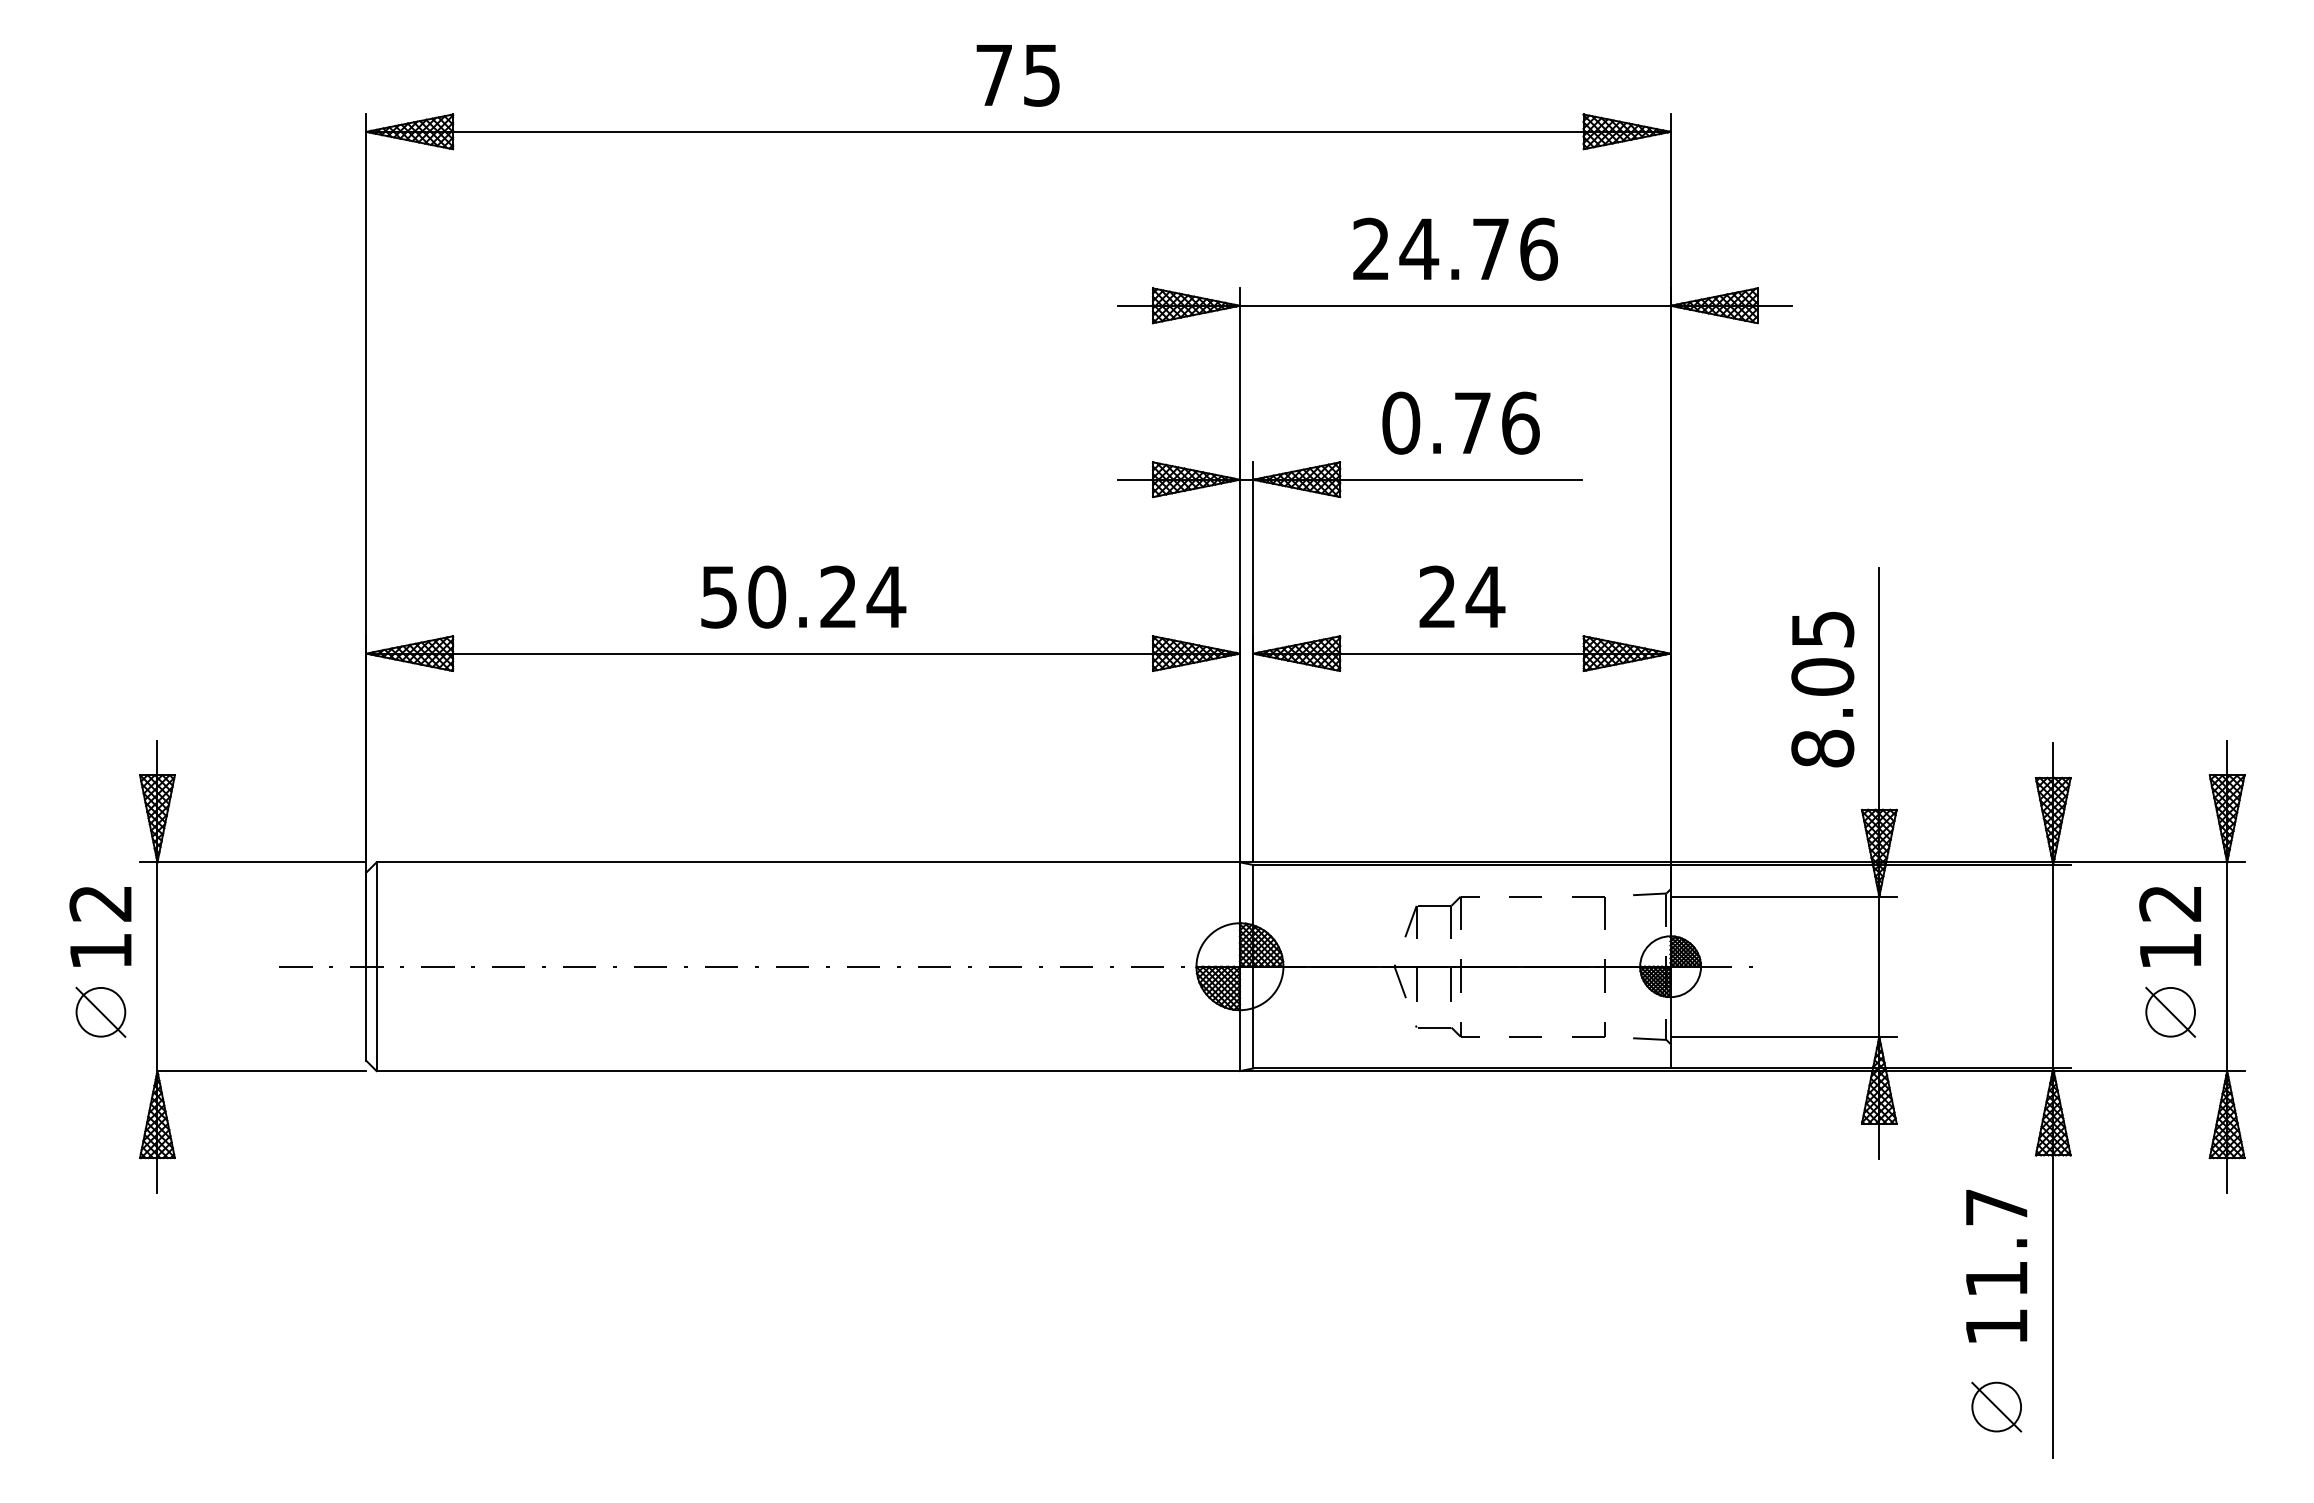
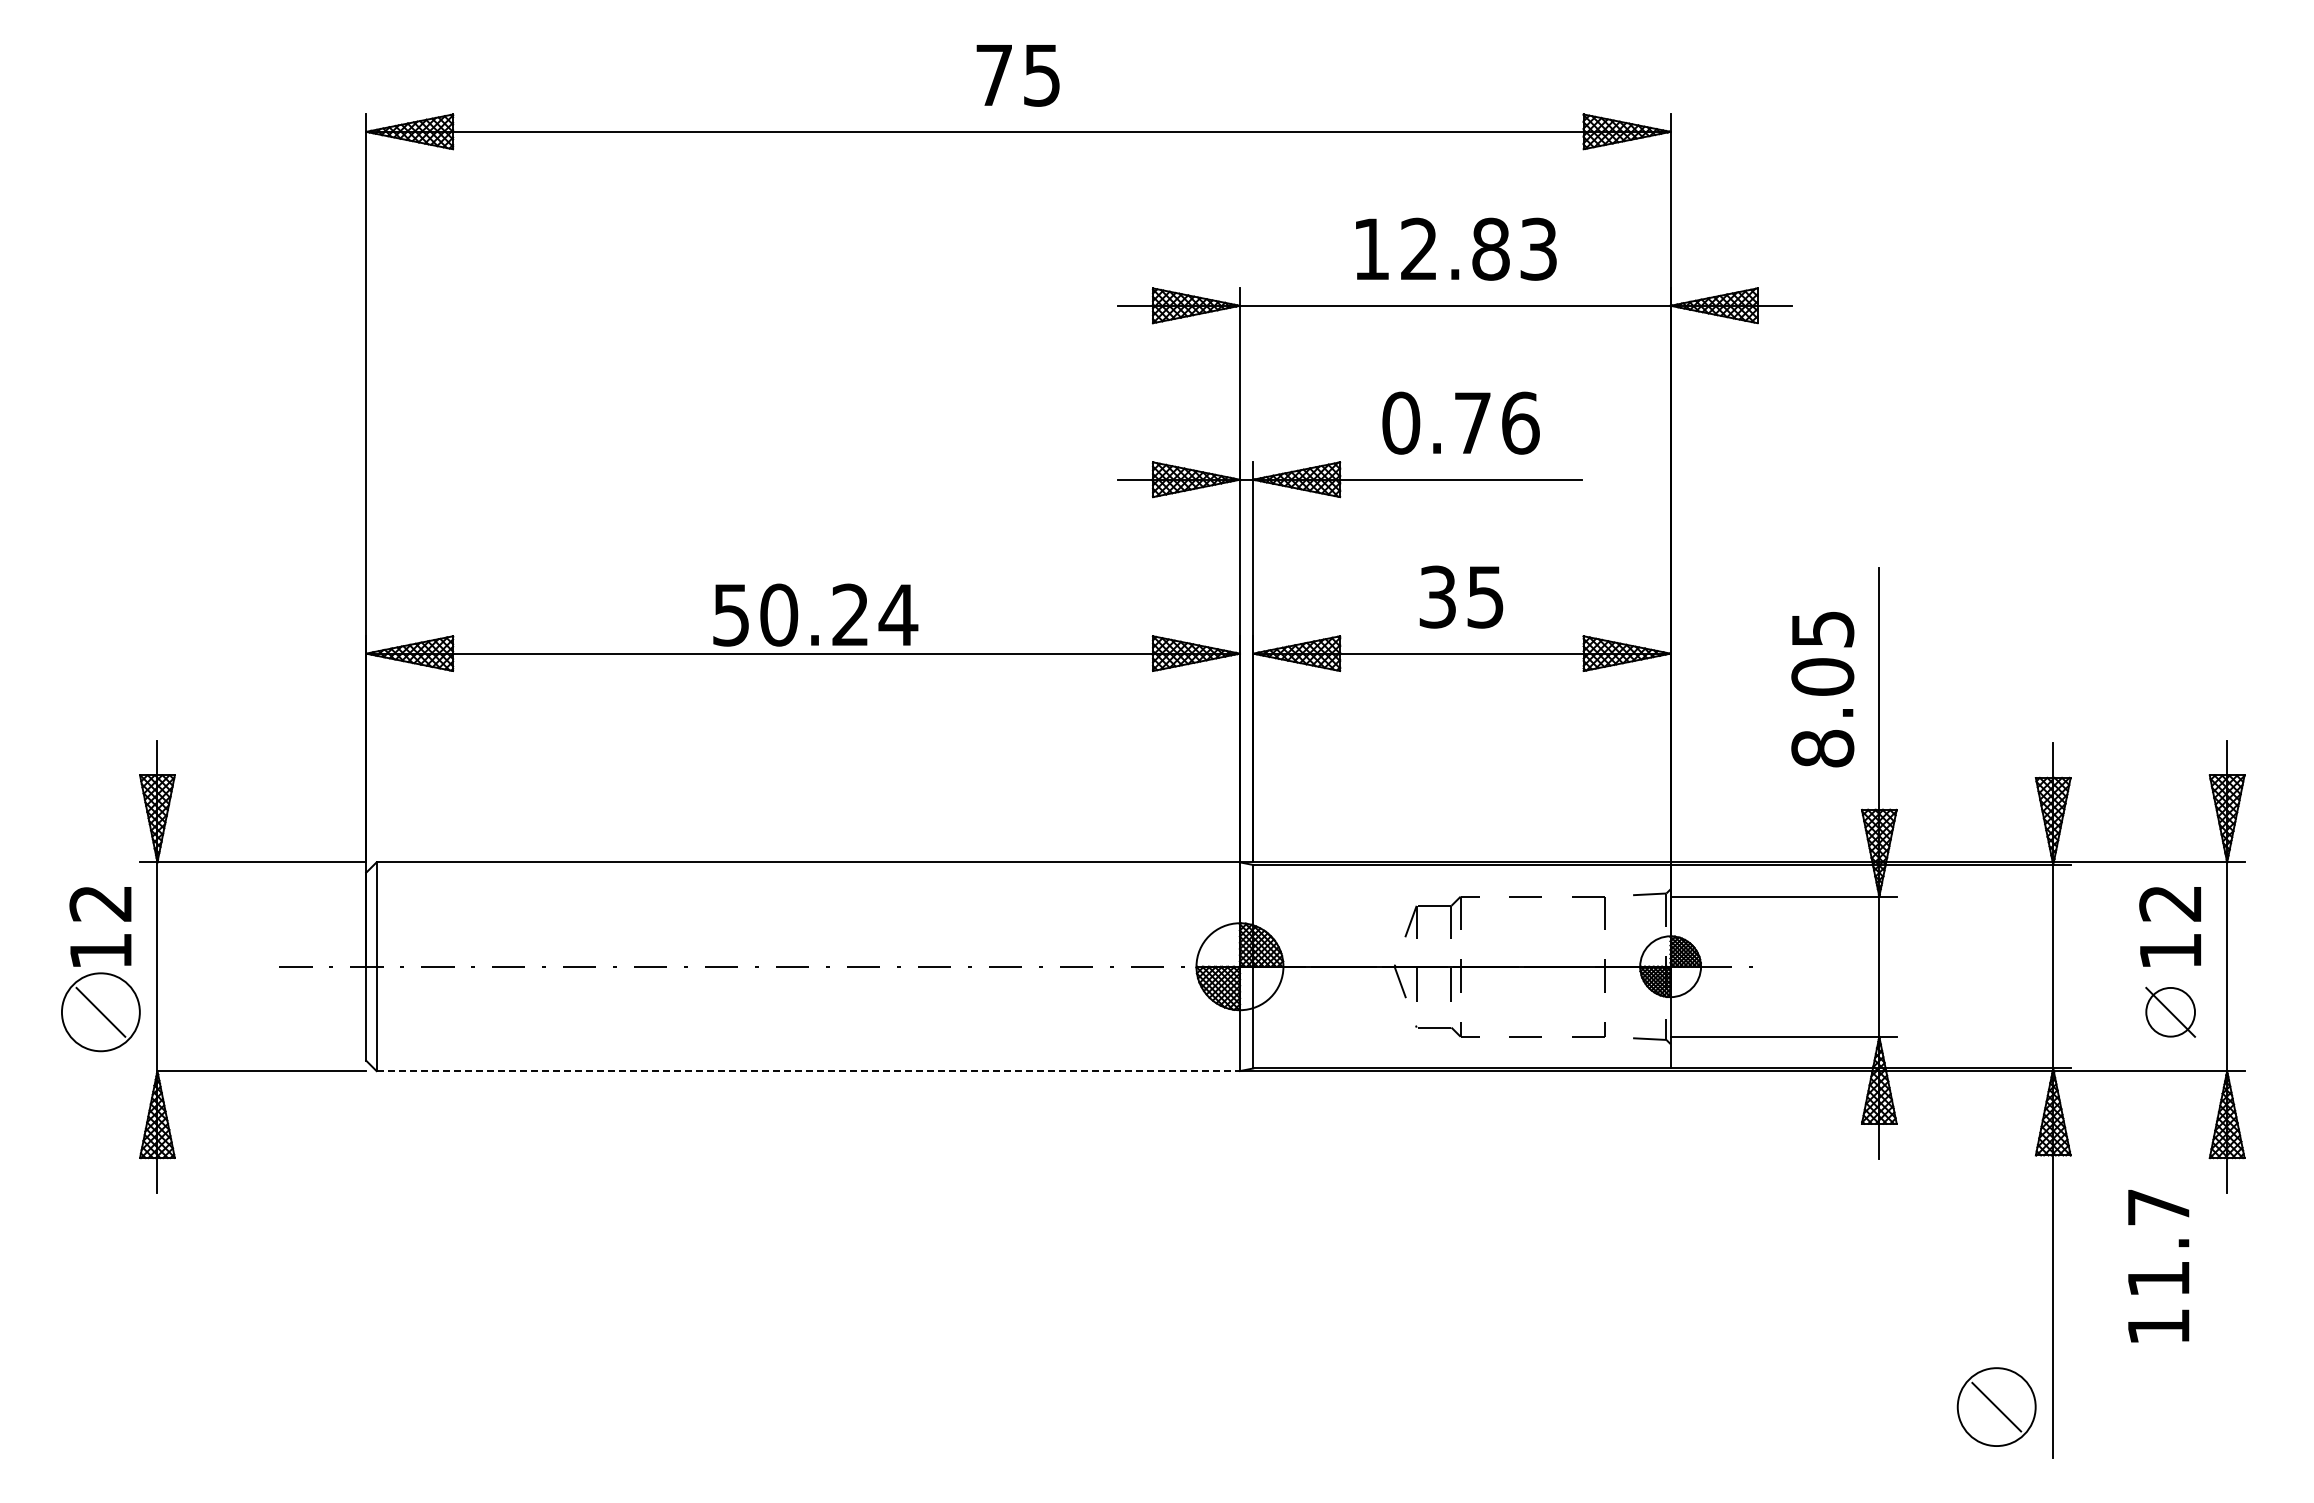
text at (1455, 248): 24.76 -> 12.83
text at (803, 596) position: (803, 596) -> (815, 614)
text at (1462, 596): 24 -> 35
circle at (100, 1011) diameter: 49 px -> 78 px
line at (808, 1071): solid -> dashed
text at (1996, 1266) position: (1996, 1266) -> (2158, 1266)
circle at (1996, 1406) diameter: 49 px -> 78 px
